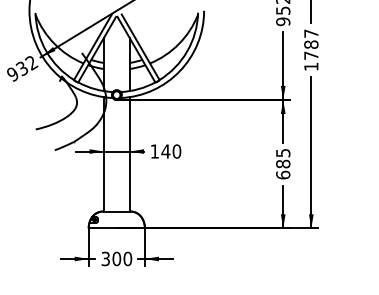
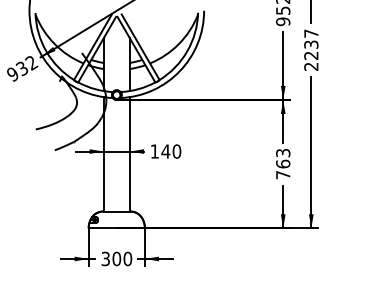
text at (311, 55): 1787 -> 2237
text at (283, 164): 685 -> 763
